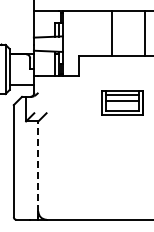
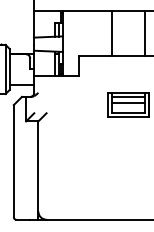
part at (122, 102) position: (122, 102) -> (128, 104)
line at (38, 165): dashed -> solid
